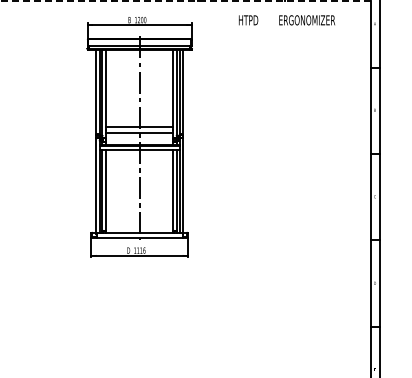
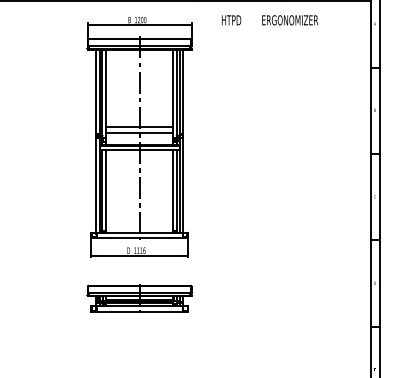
line at (185, 0): dashed -> solid
text at (286, 20) position: (286, 20) -> (269, 20)
part at (139, 298): none -> present
